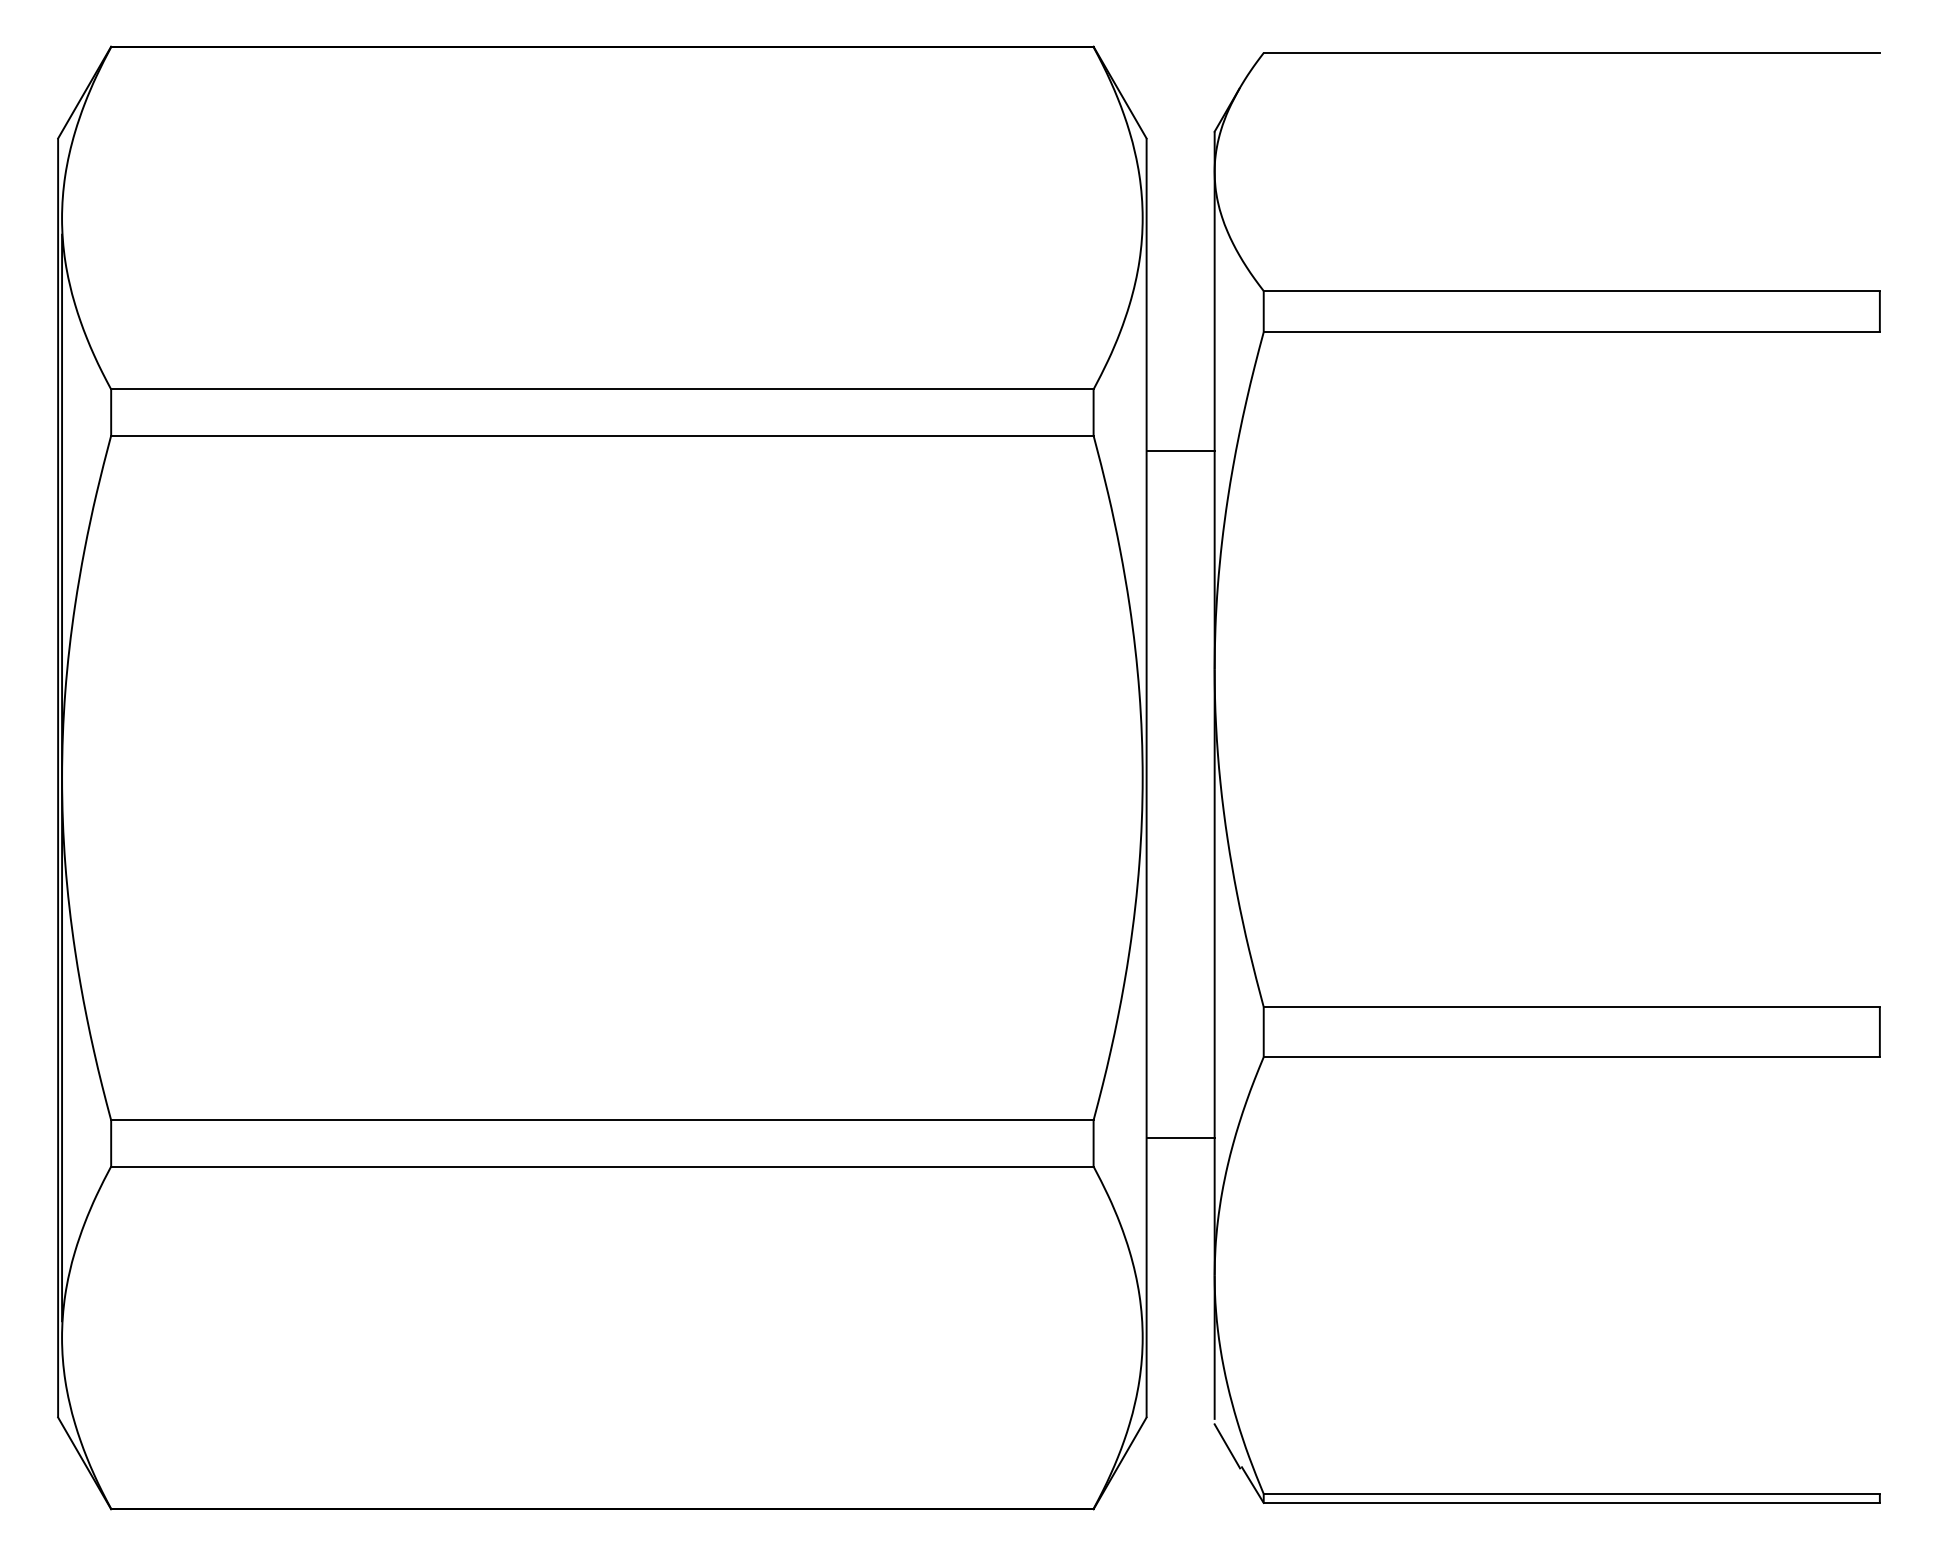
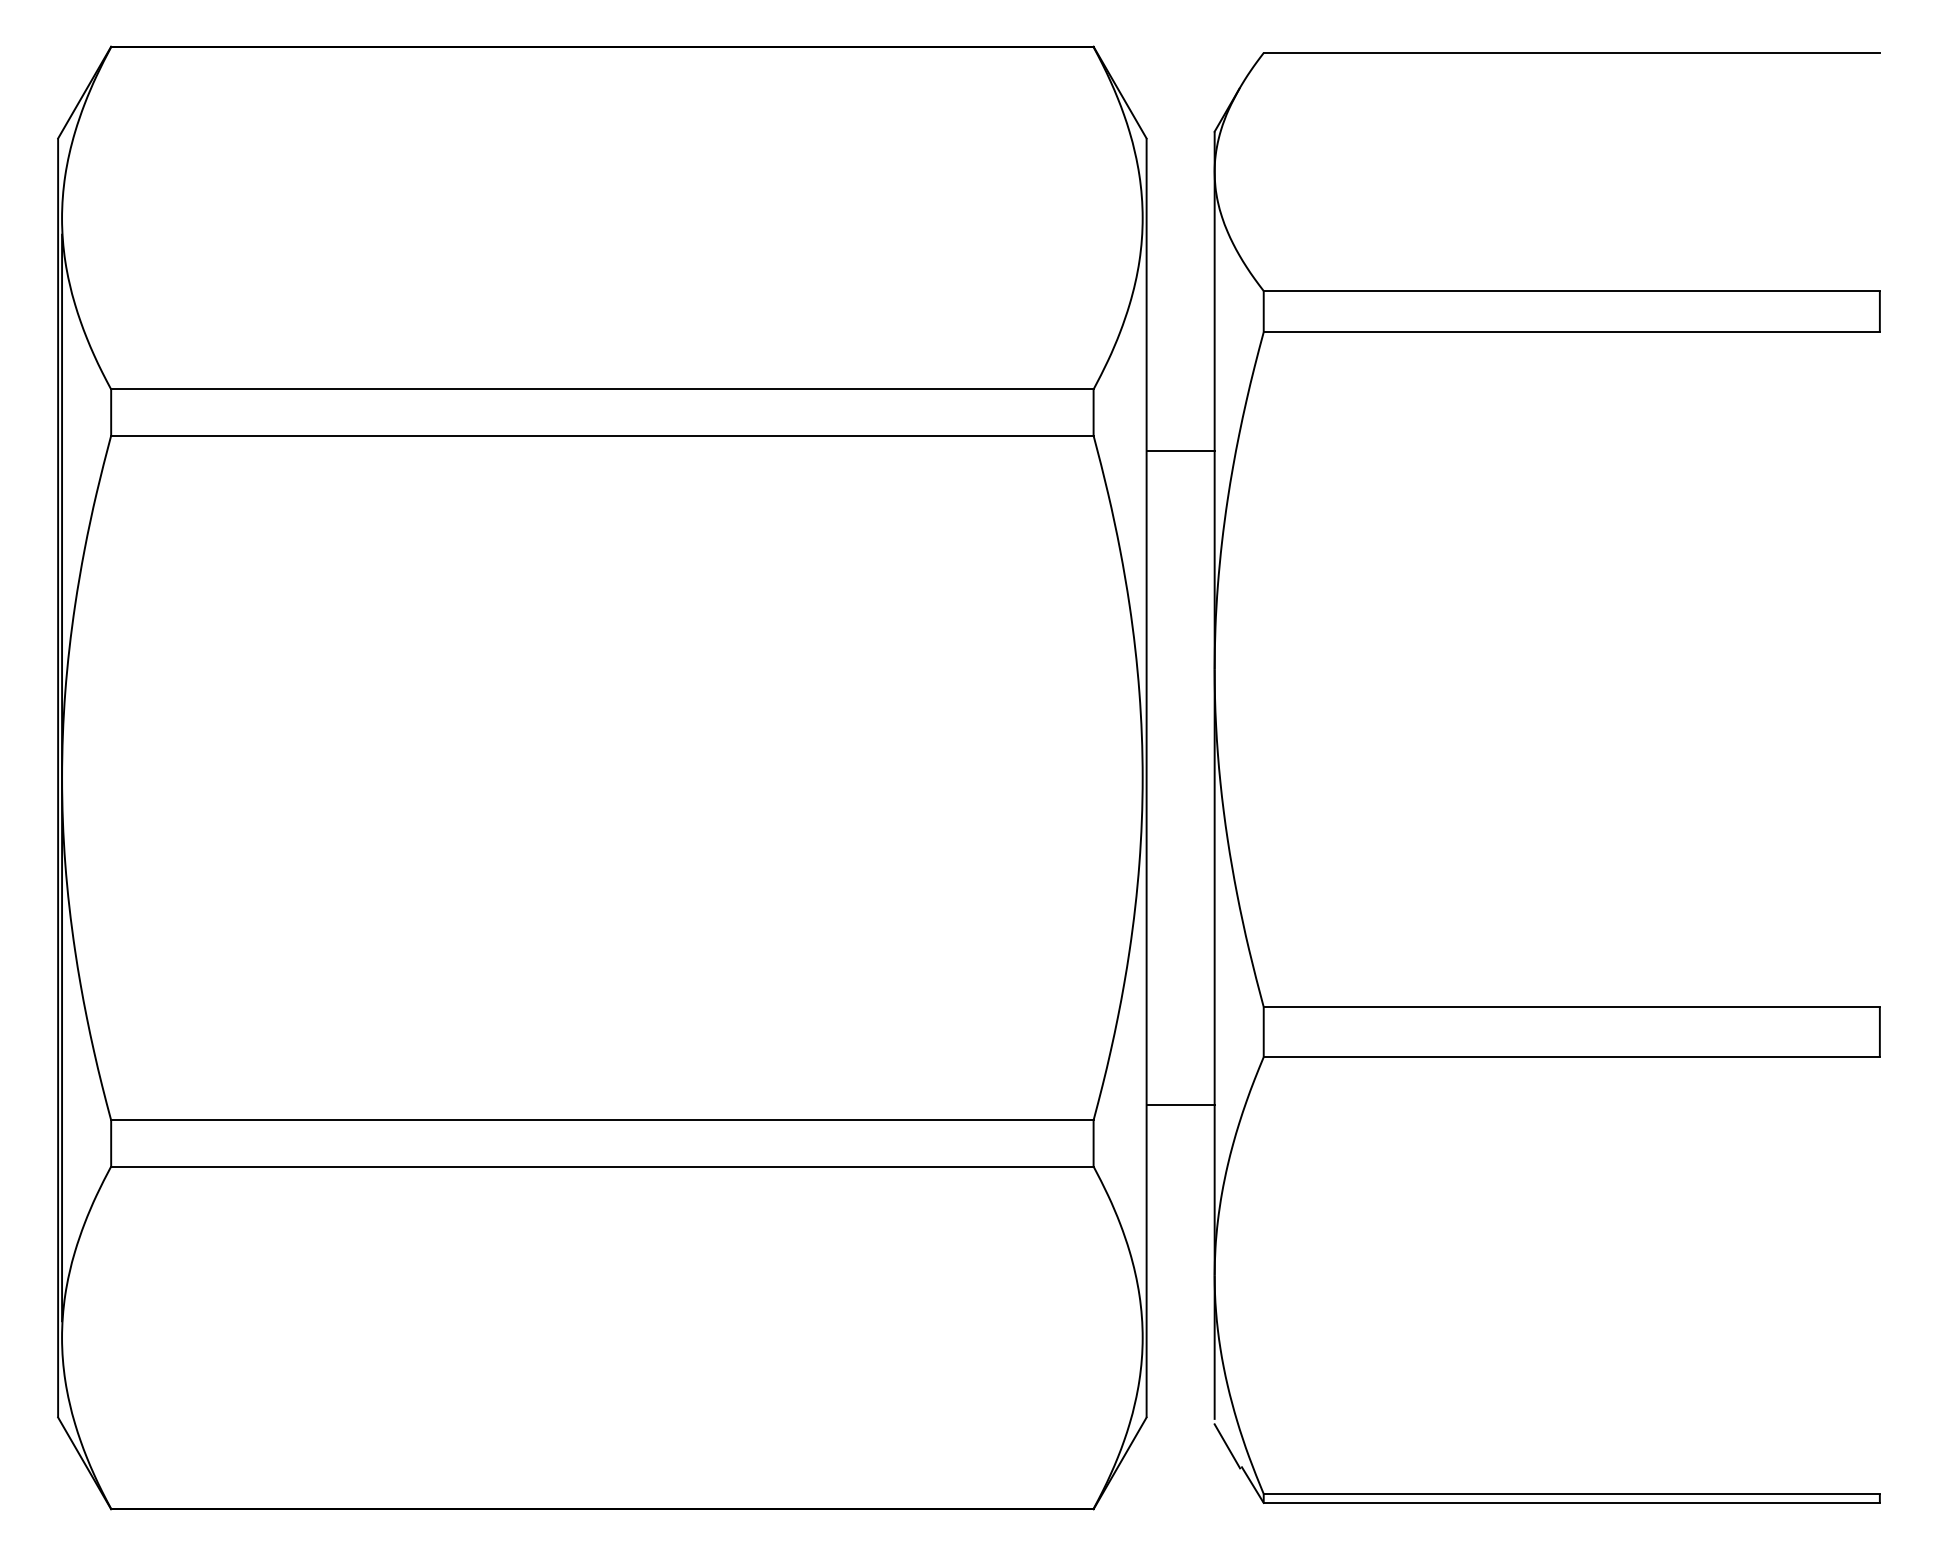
line at (1180, 1137) position: (1180, 1137) -> (1180, 1104)
